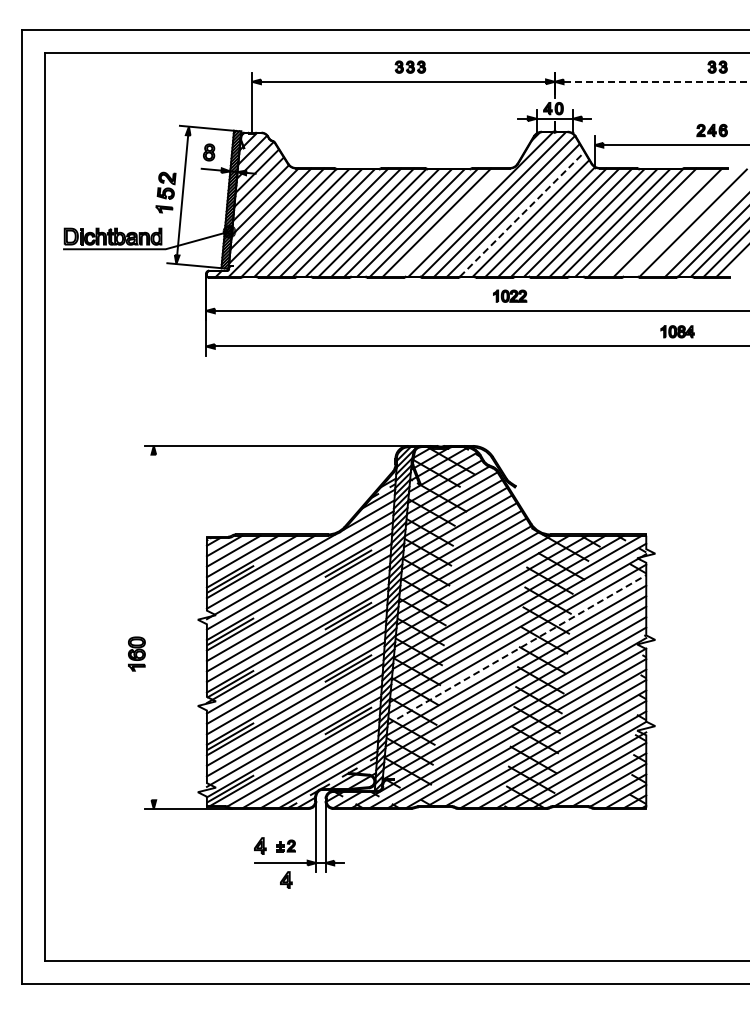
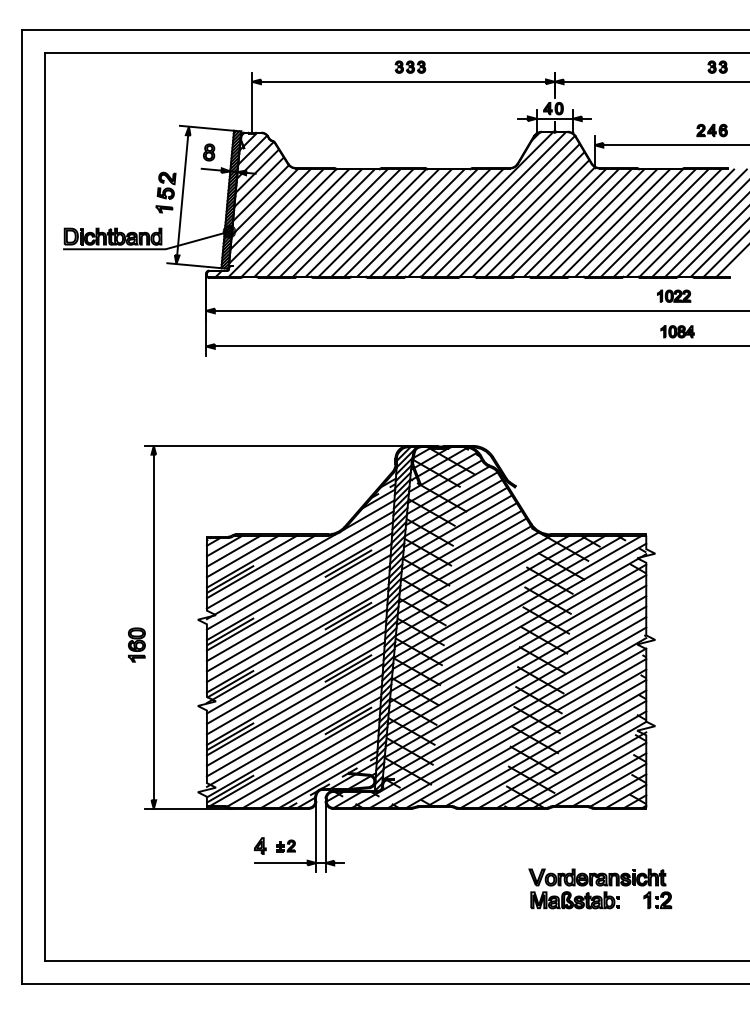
line at (657, 81): dashed -> solid
line at (522, 214): dashed -> solid
line at (449, 222): none -> present
line at (654, 222): none -> present
line at (680, 222): none -> present
line at (698, 229): none -> present
part at (510, 295) position: (510, 295) -> (674, 295)
line at (153, 627): none -> present
line at (517, 649): dashed -> solid
part at (136, 653) position: (136, 653) -> (136, 644)
part at (286, 879): present -> none
part at (600, 888): none -> present
